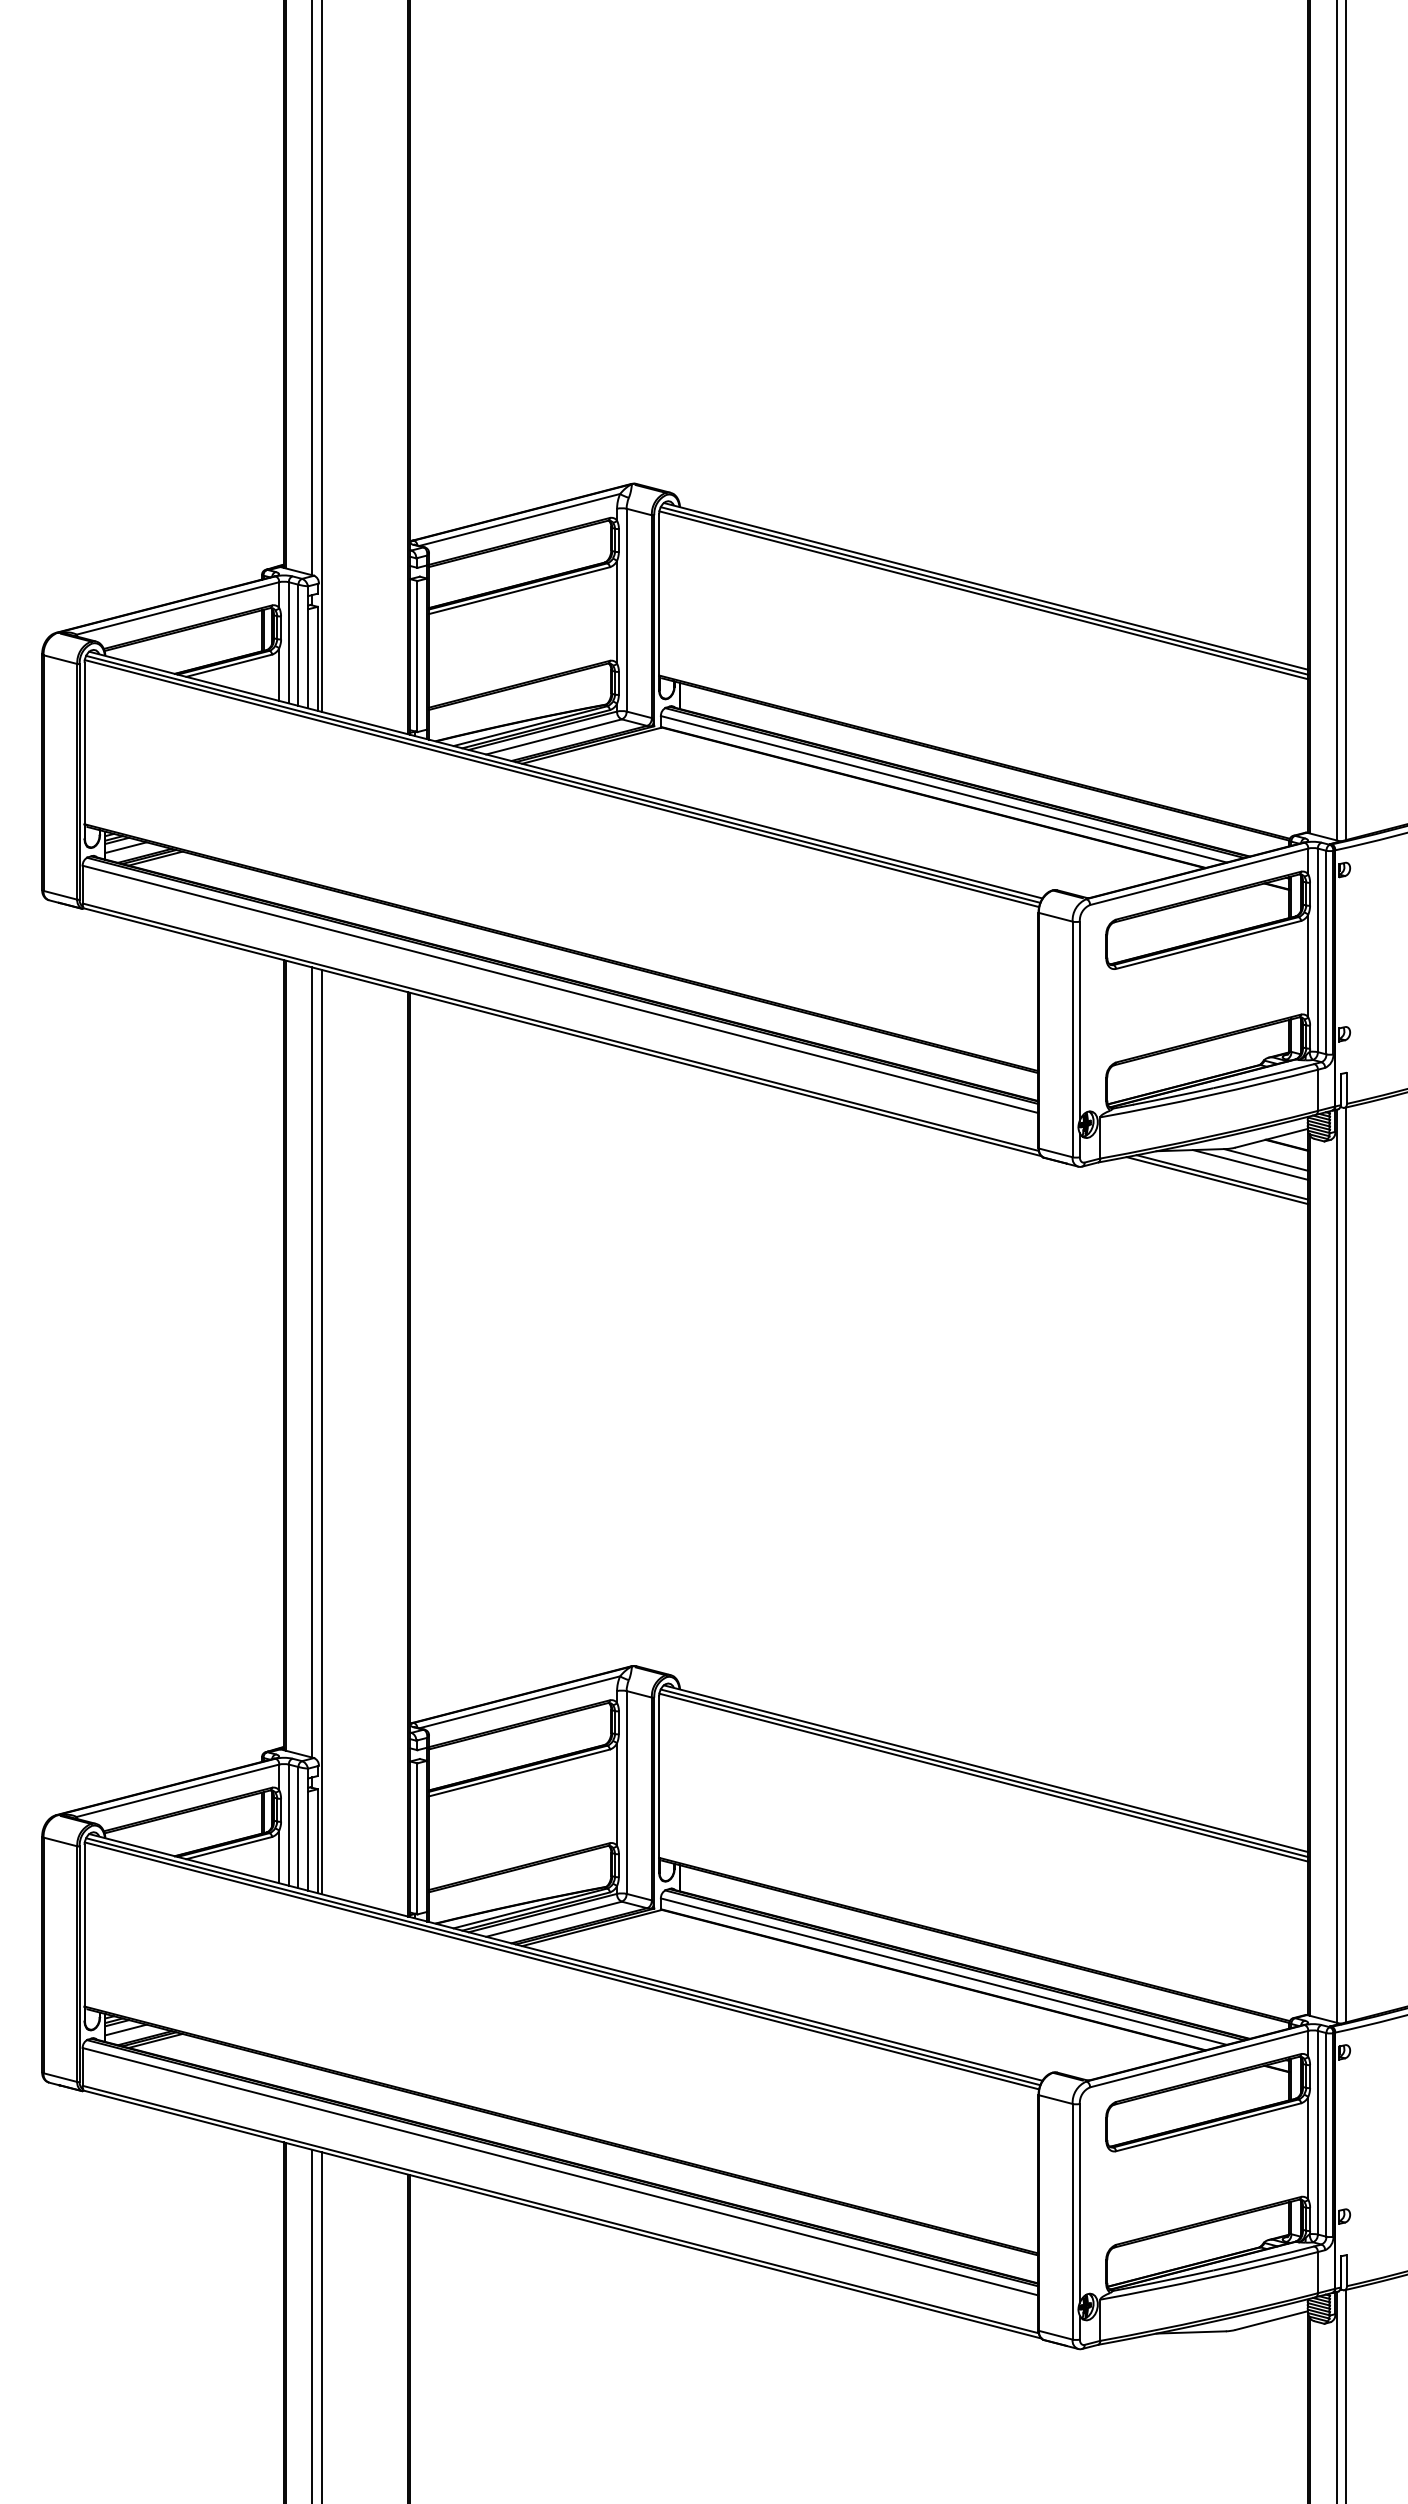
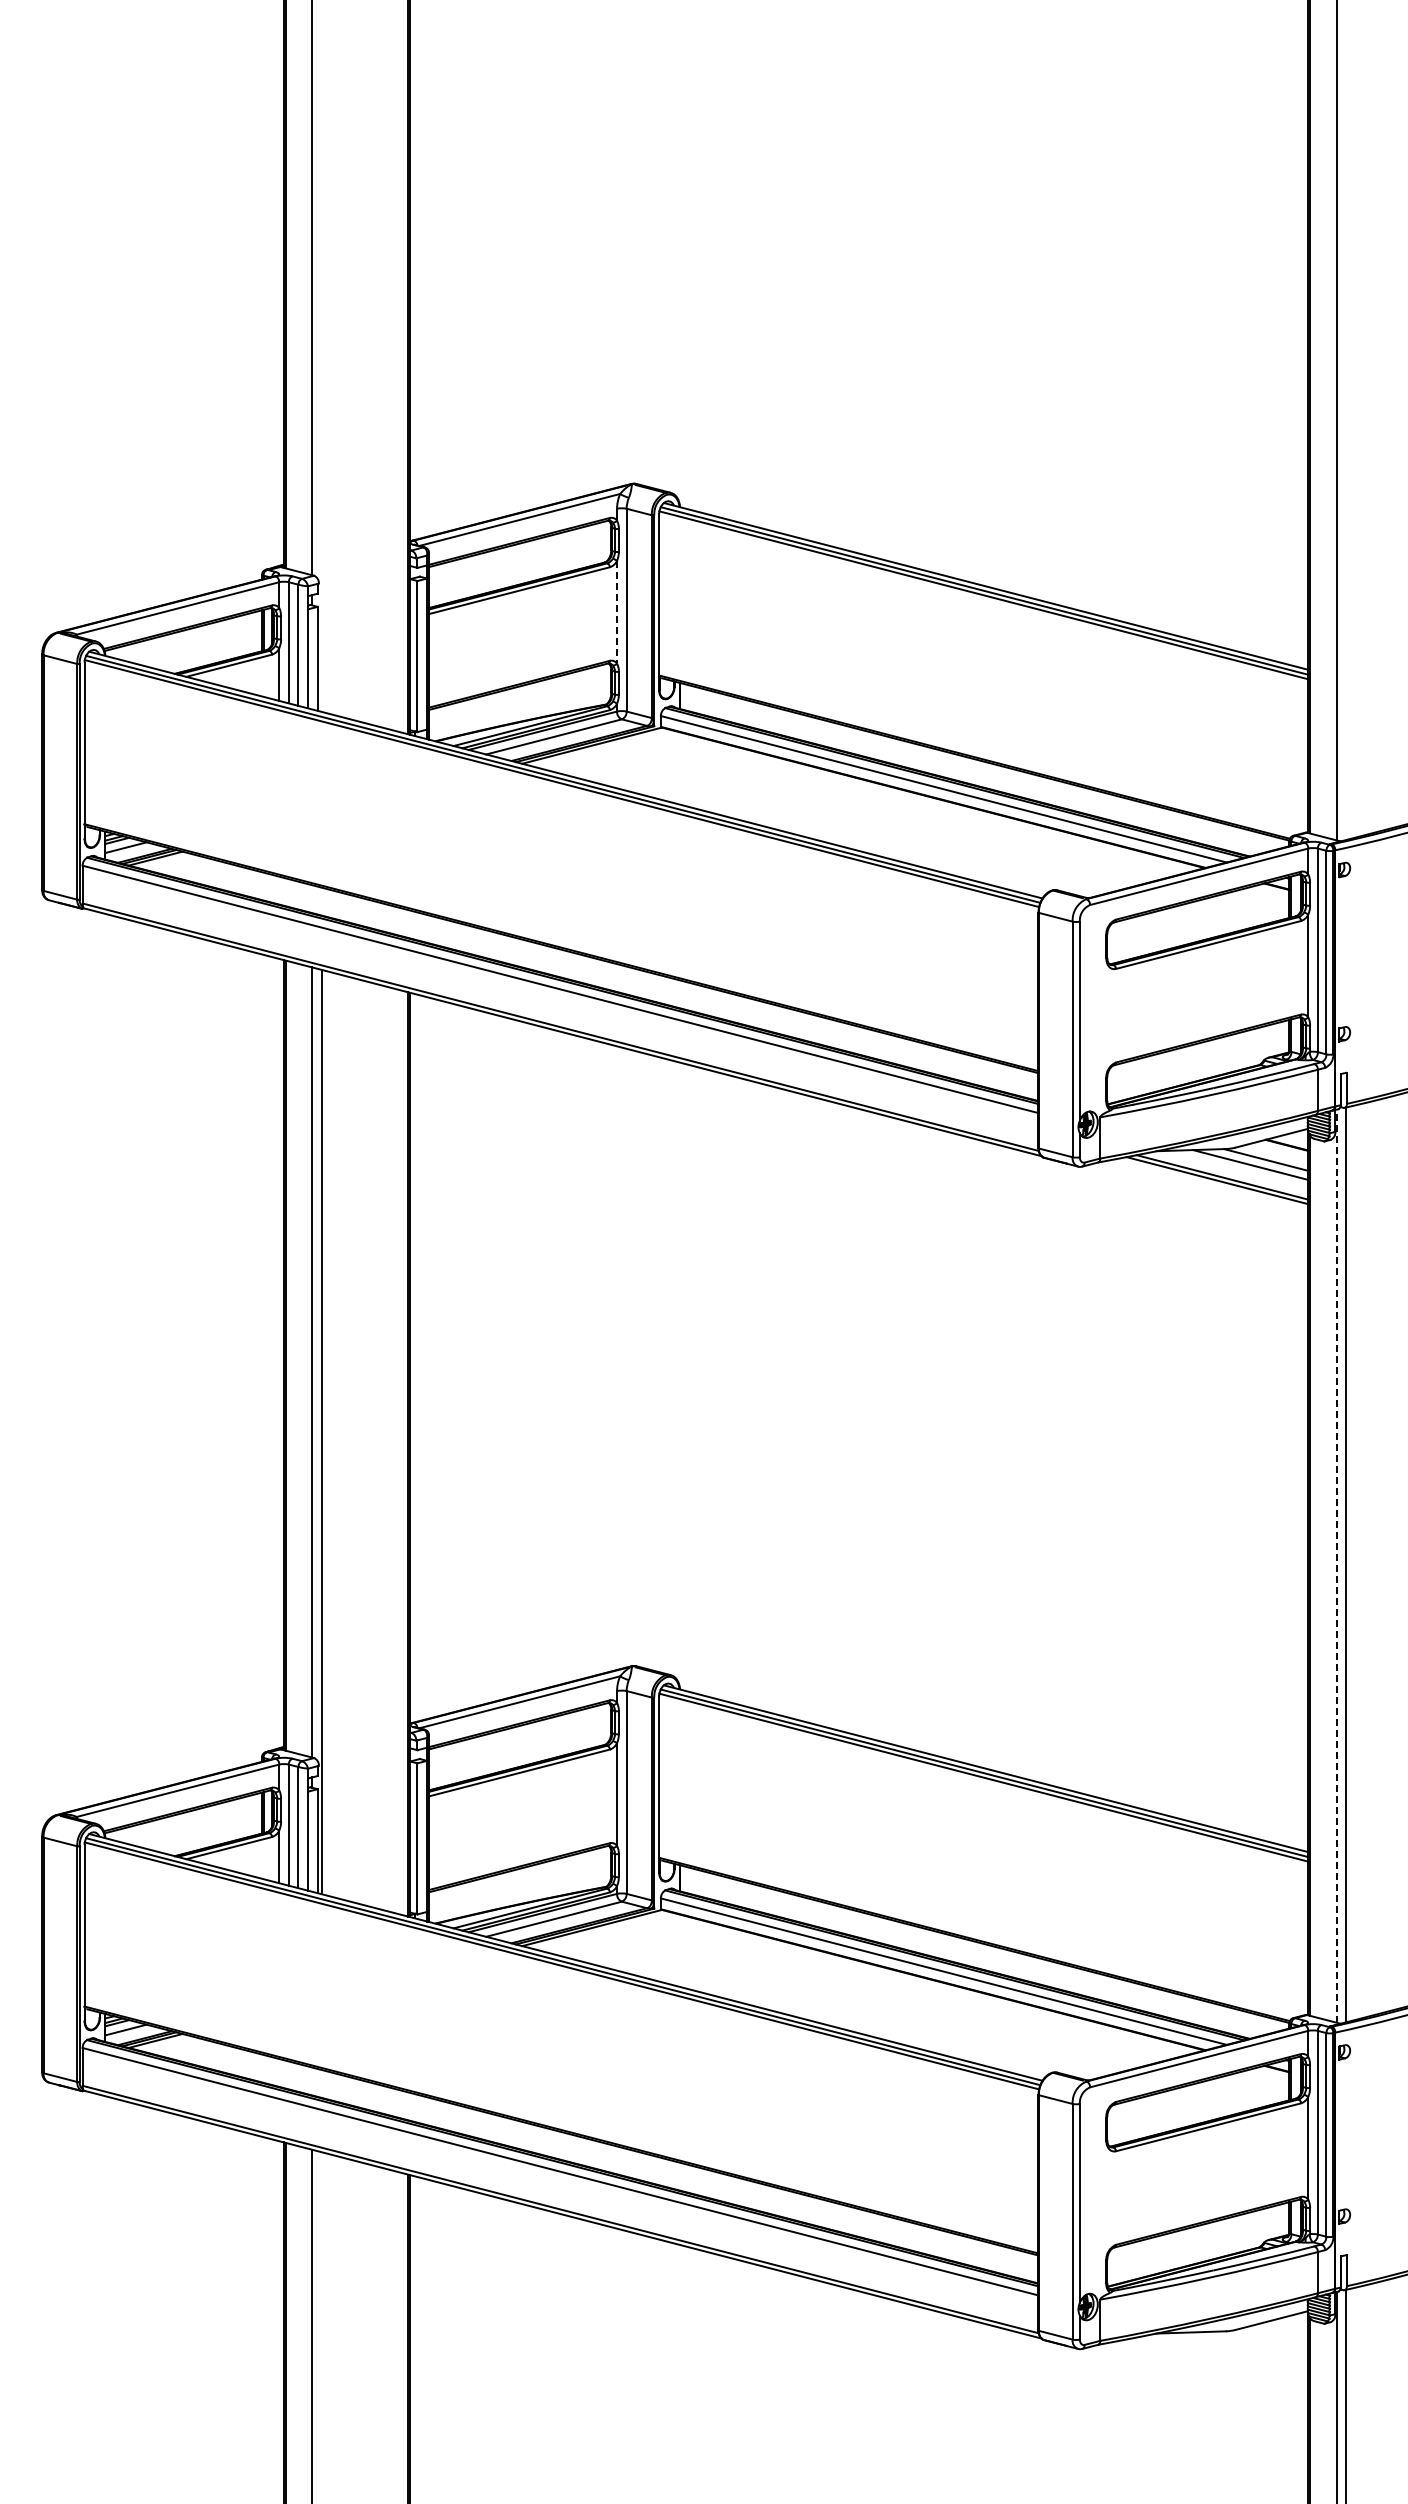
line at (321, 356): present -> none
line at (1346, 421): present -> none
line at (617, 612): solid -> dashed
line at (1336, 1565): solid -> dashed
line at (321, 2326): present -> none
